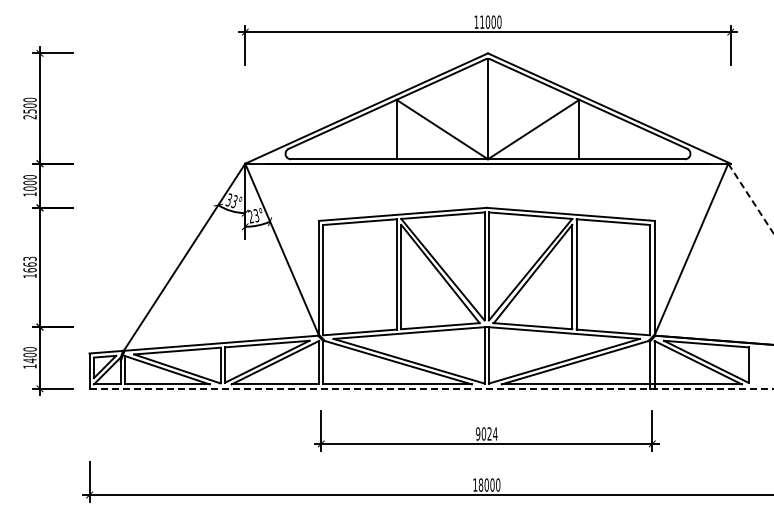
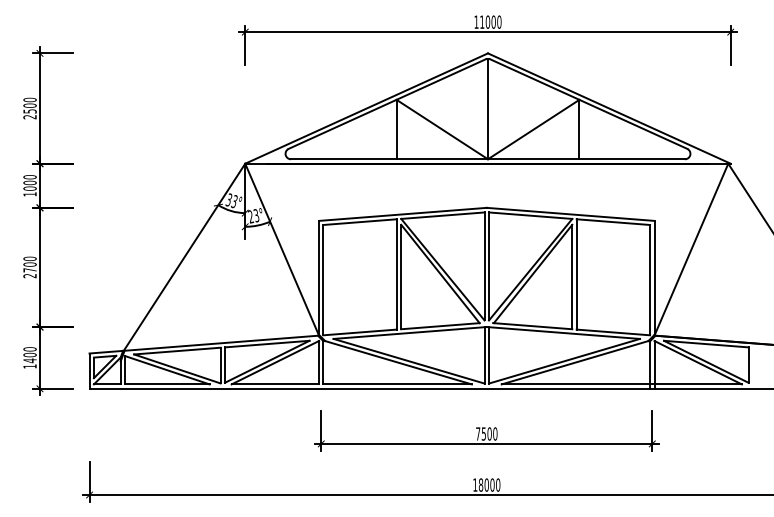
line at (751, 198): dashed -> solid
text at (29, 267): 1663 -> 2700
line at (431, 388): dashed -> solid
text at (486, 433): 9024 -> 7500
